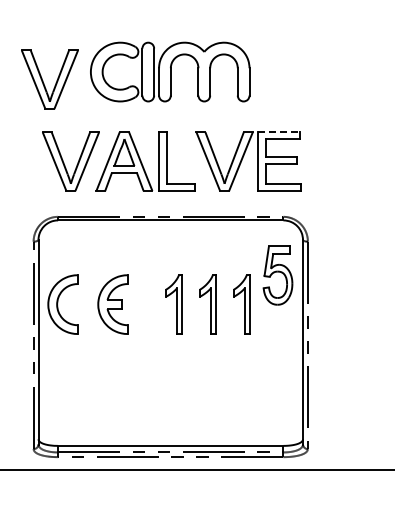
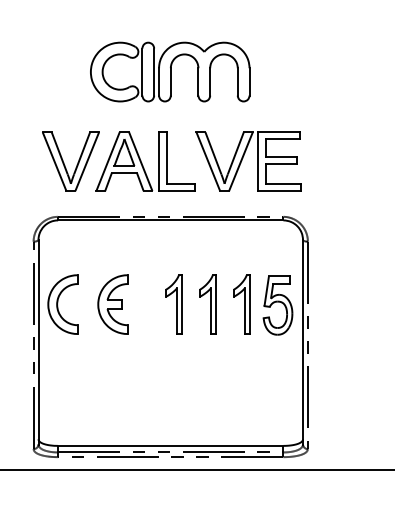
part at (43, 80): present -> none
line at (278, 132): dashed -> solid
part at (277, 275) position: (277, 275) -> (277, 305)
